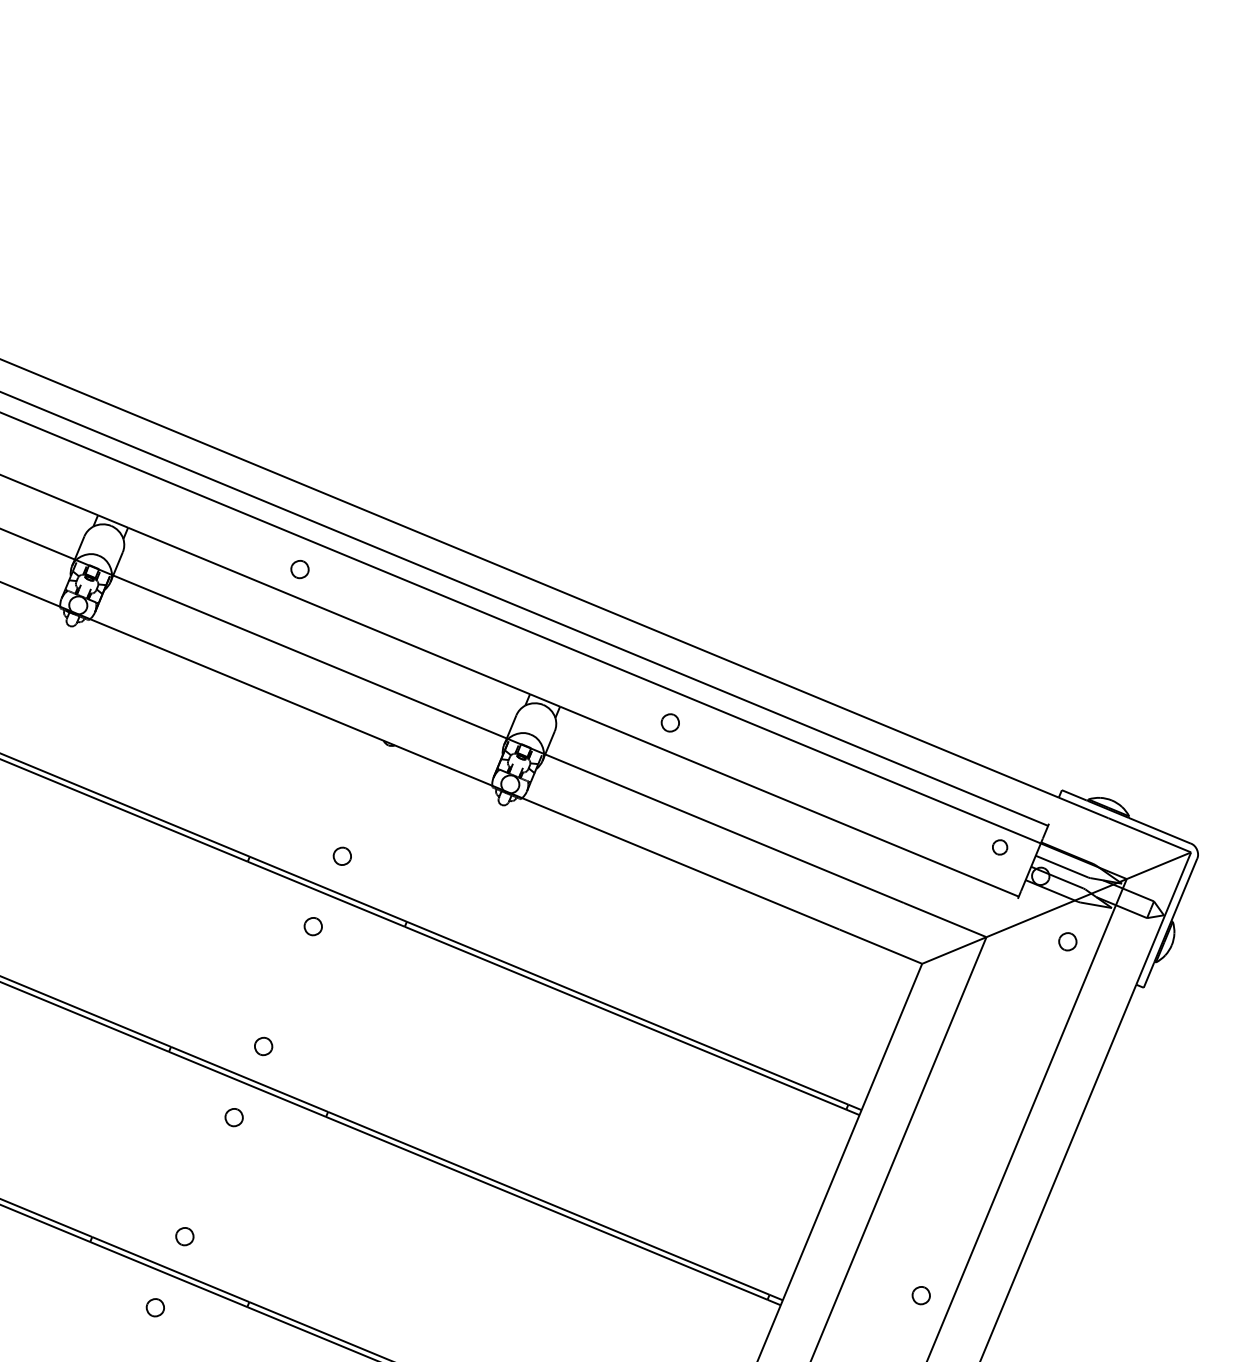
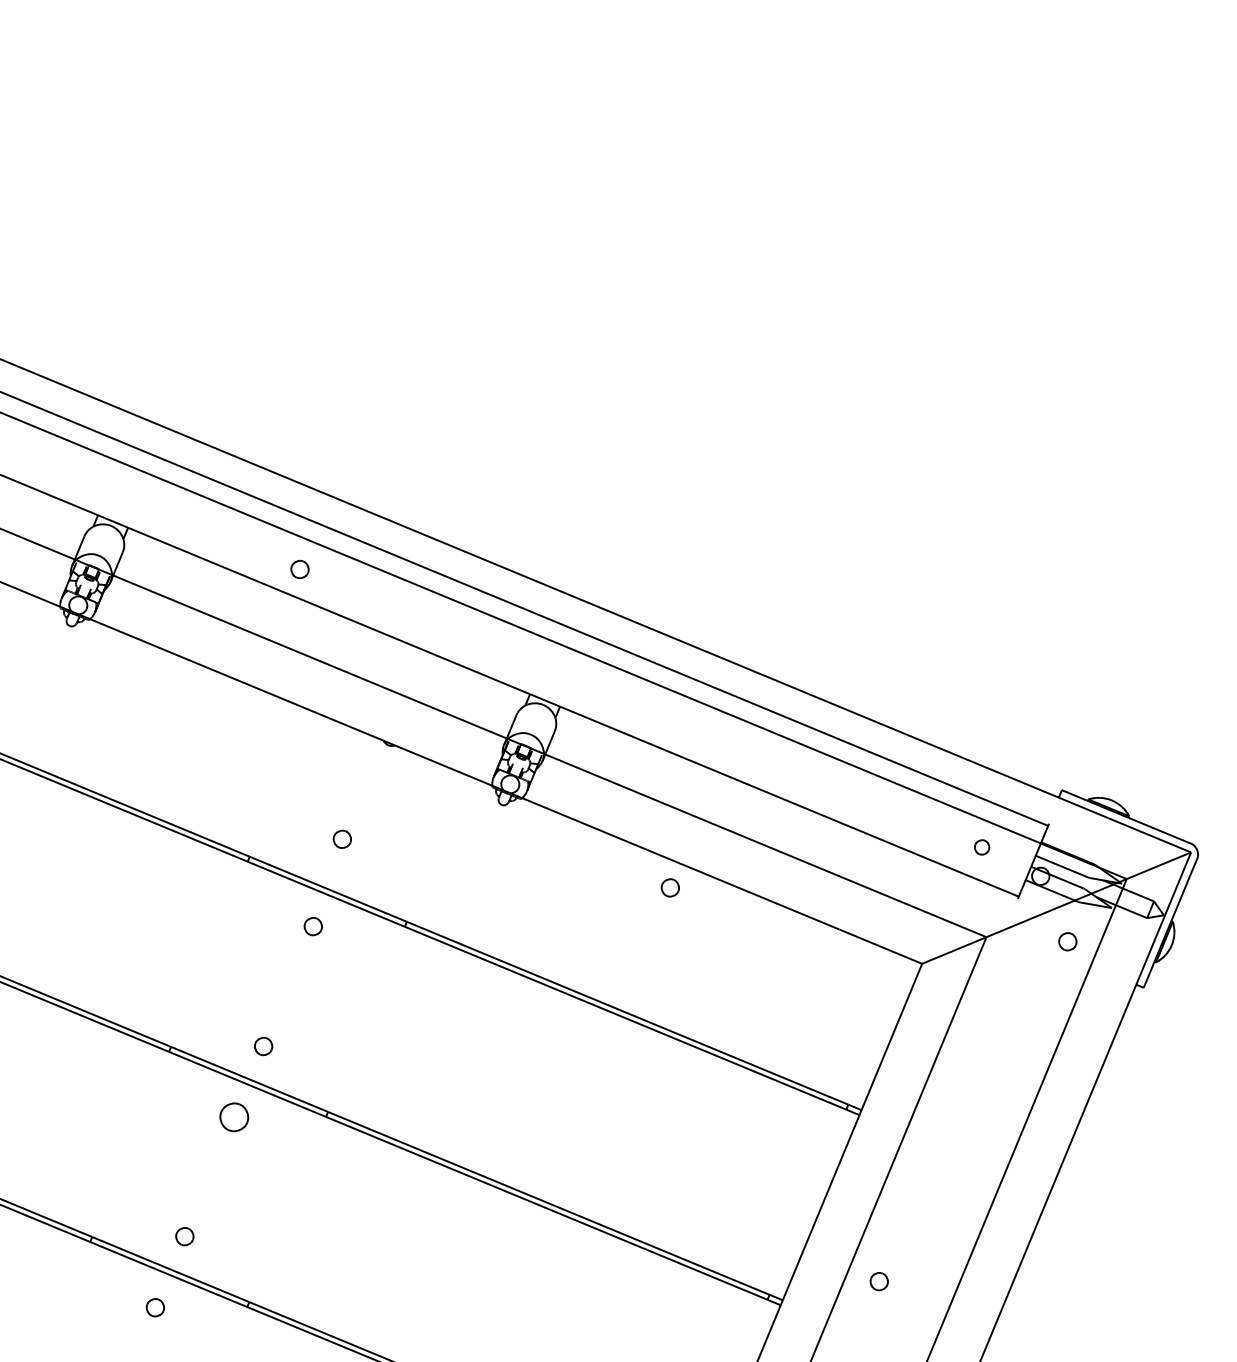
part at (669, 722) position: (669, 722) -> (669, 887)
part at (1000, 847) position: (1000, 847) -> (982, 847)
part at (341, 855) position: (341, 855) -> (341, 838)
part at (233, 1117) size: 20x20 px -> 31x31 px
part at (920, 1295) position: (920, 1295) -> (878, 1281)
